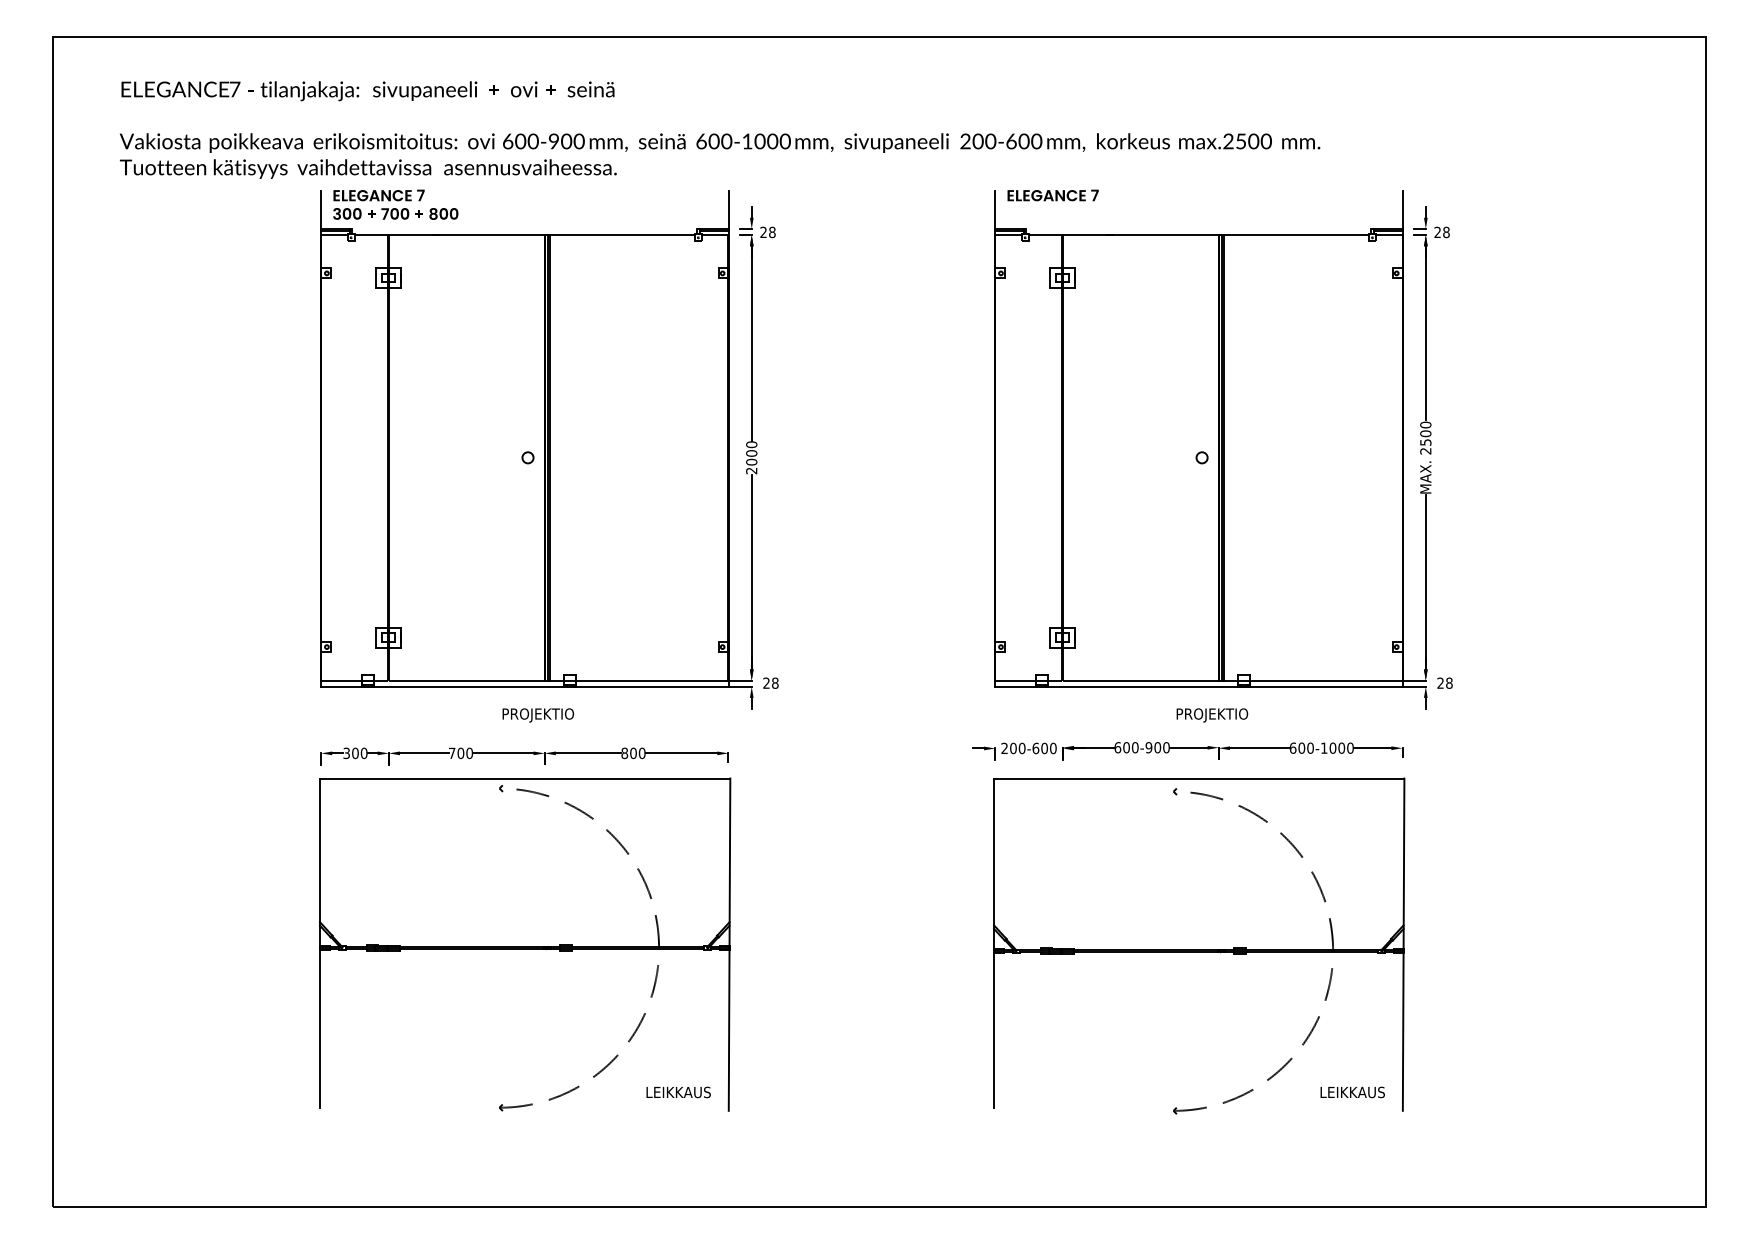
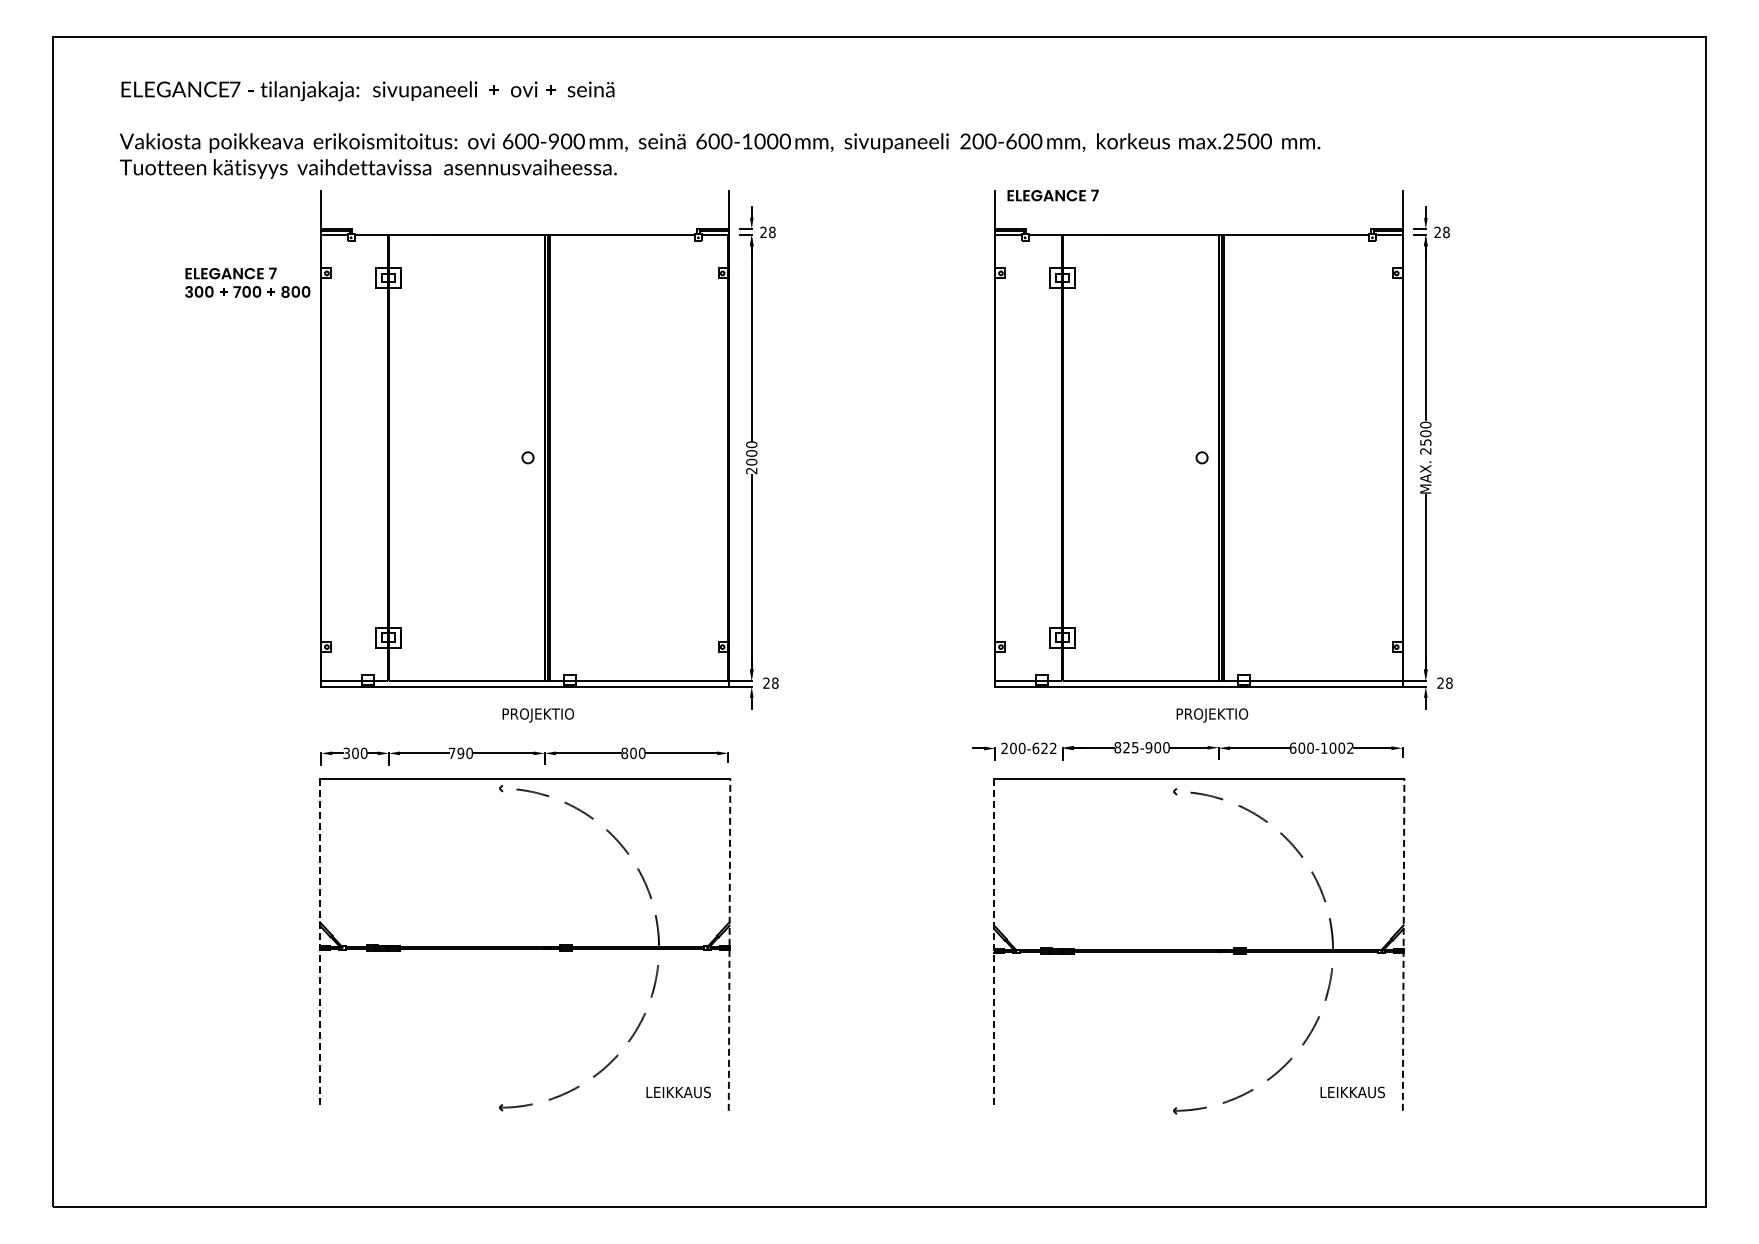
text at (395, 204) position: (395, 204) -> (247, 282)
text at (1126, 747): 600-900 -> 825-900
text at (1350, 747): 600-1000 -> 600-1002
text at (1048, 748): 200-600 -> 200-622
text at (460, 753): 700 -> 790
line at (320, 943): solid -> dashed
line at (994, 943): solid -> dashed
line at (729, 944): solid -> dashed
line at (1403, 944): solid -> dashed
